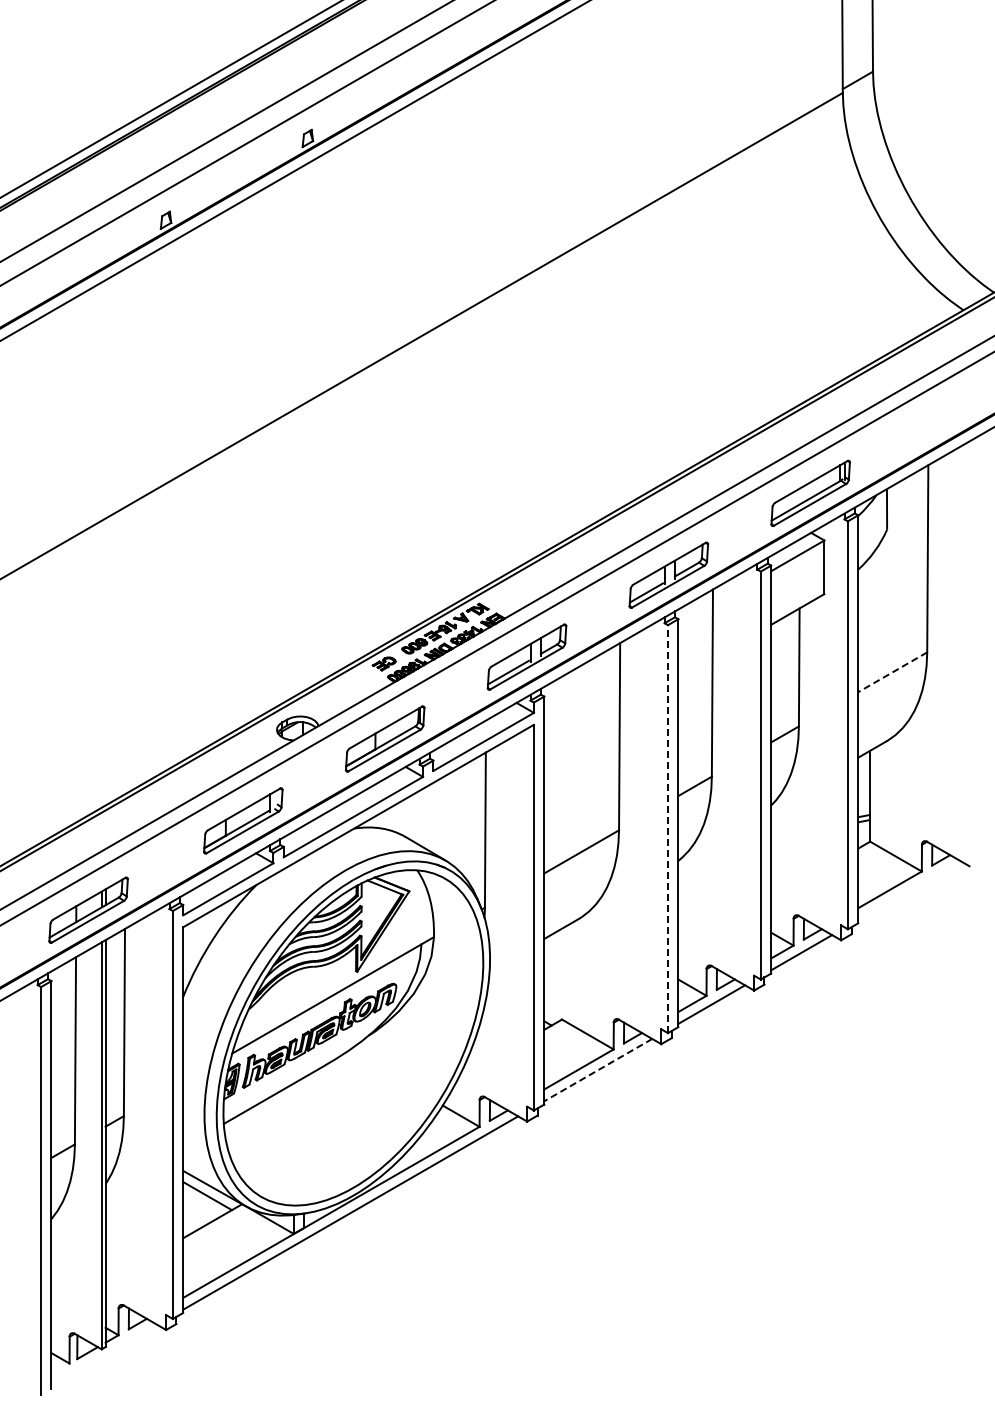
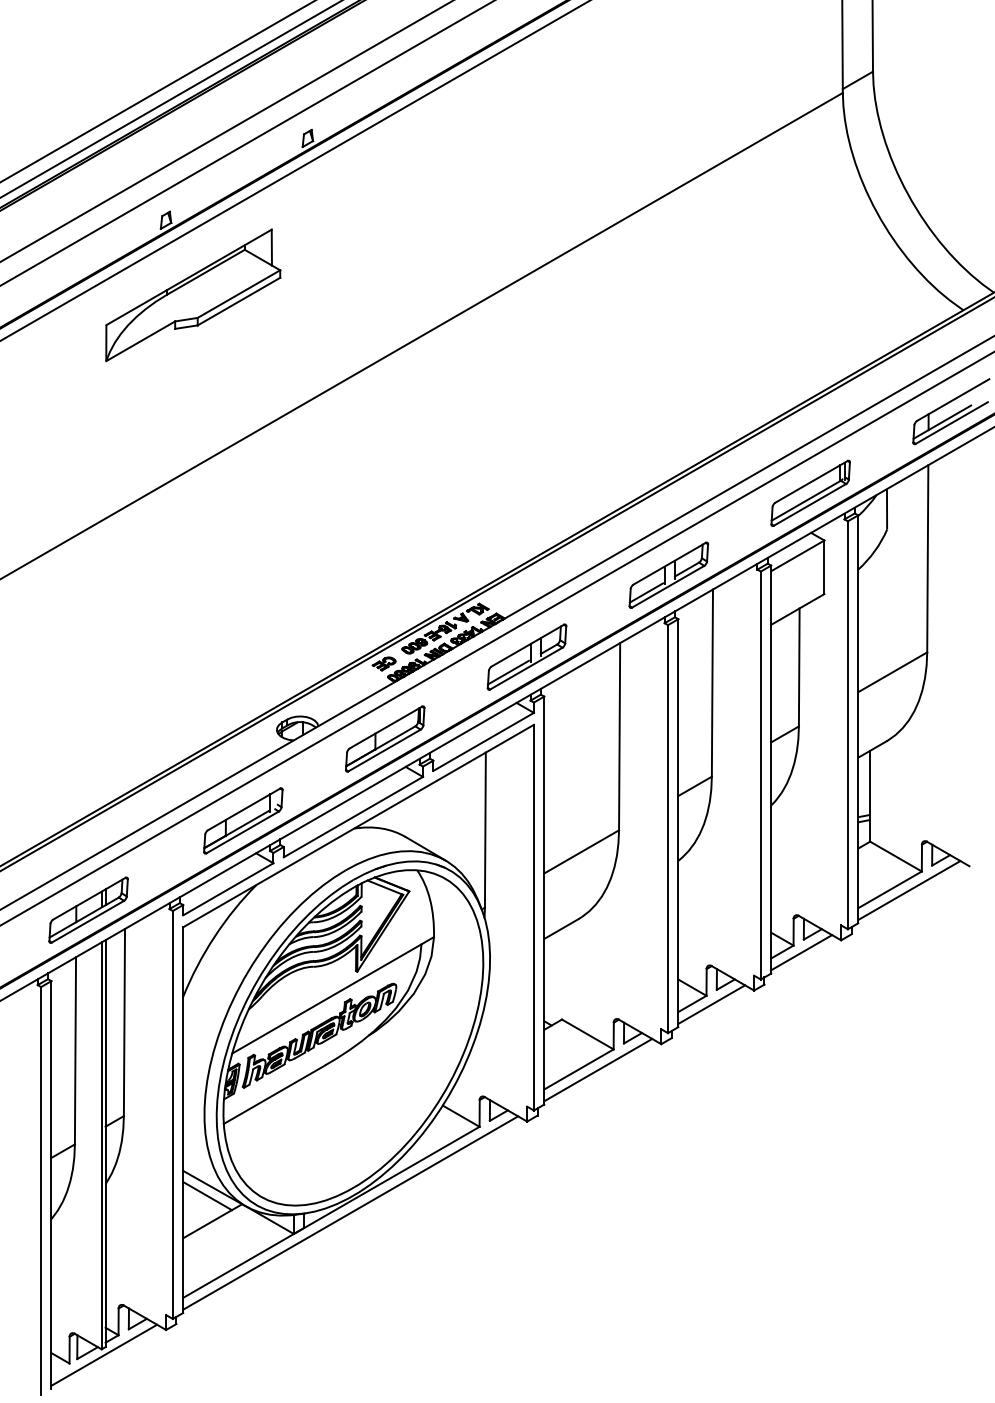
line at (157, 91): none -> present
part at (193, 295): none -> present
part at (951, 411): none -> present
line at (892, 672): dashed -> solid
line at (668, 829): dashed -> solid
line at (909, 890): none -> present
line at (597, 1070): dashed -> solid
line at (104, 1354): none -> present
